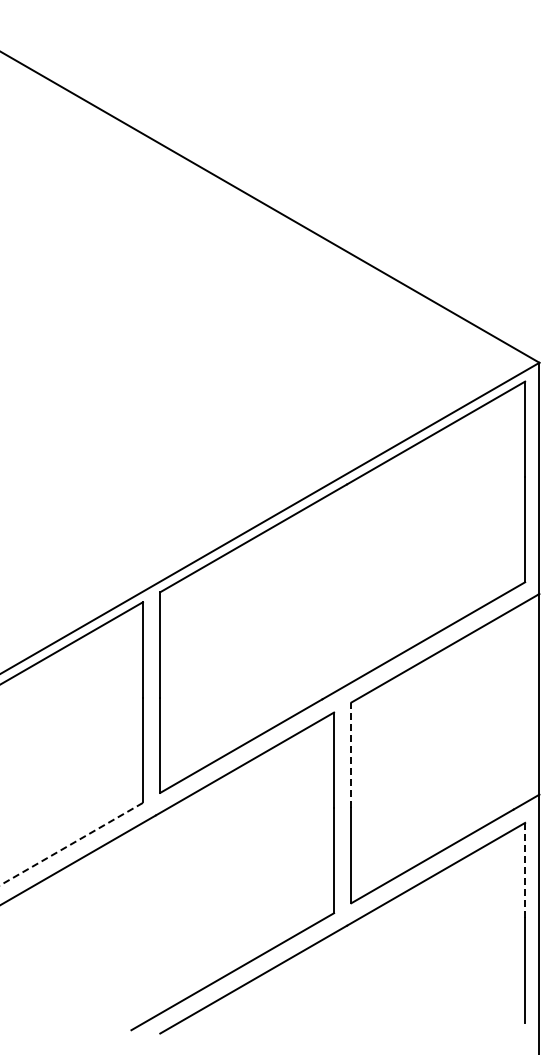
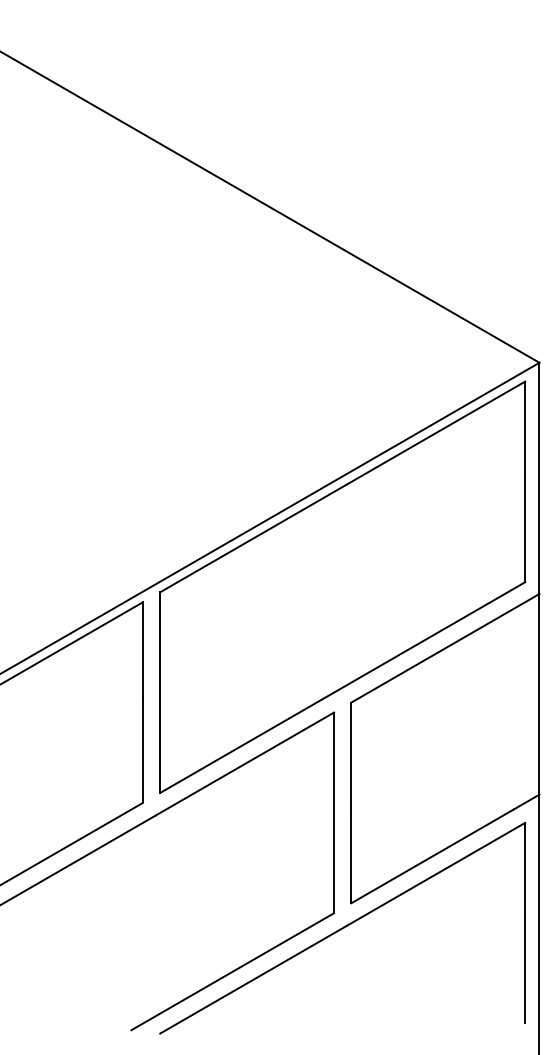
line at (351, 755): dashed -> solid
line at (71, 844): dashed -> solid
line at (525, 870): dashed -> solid
